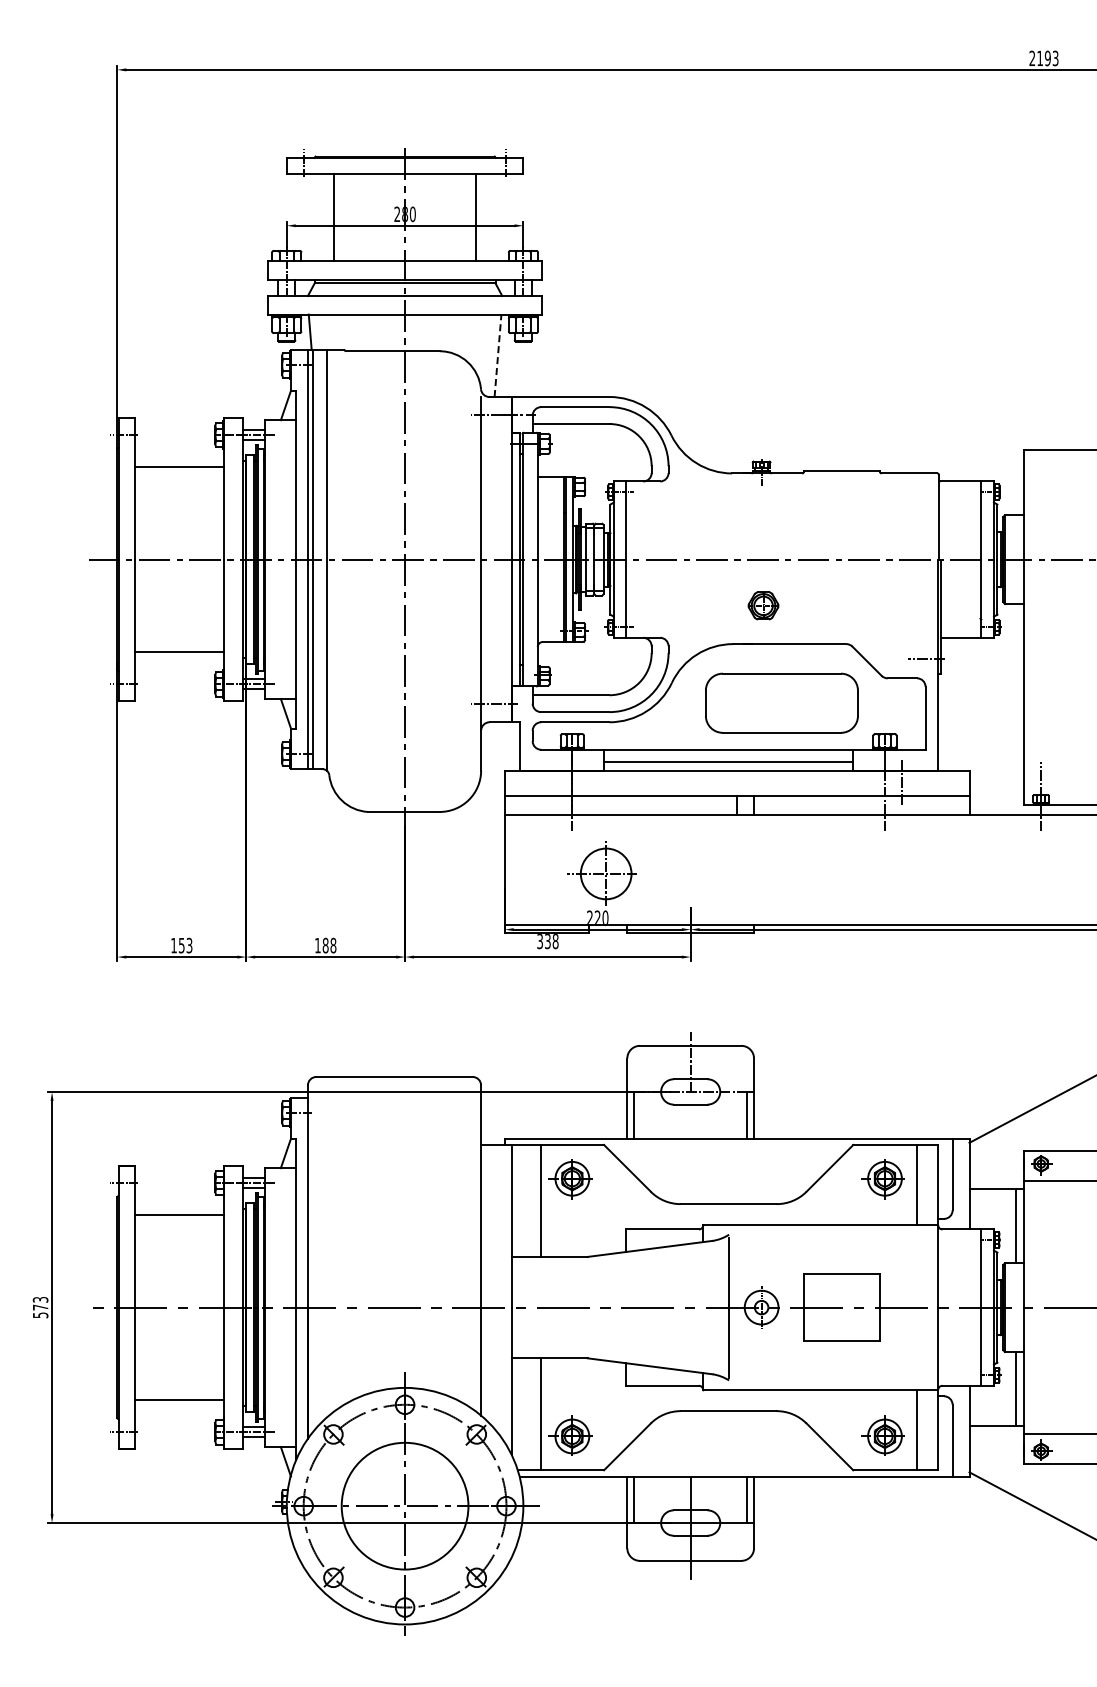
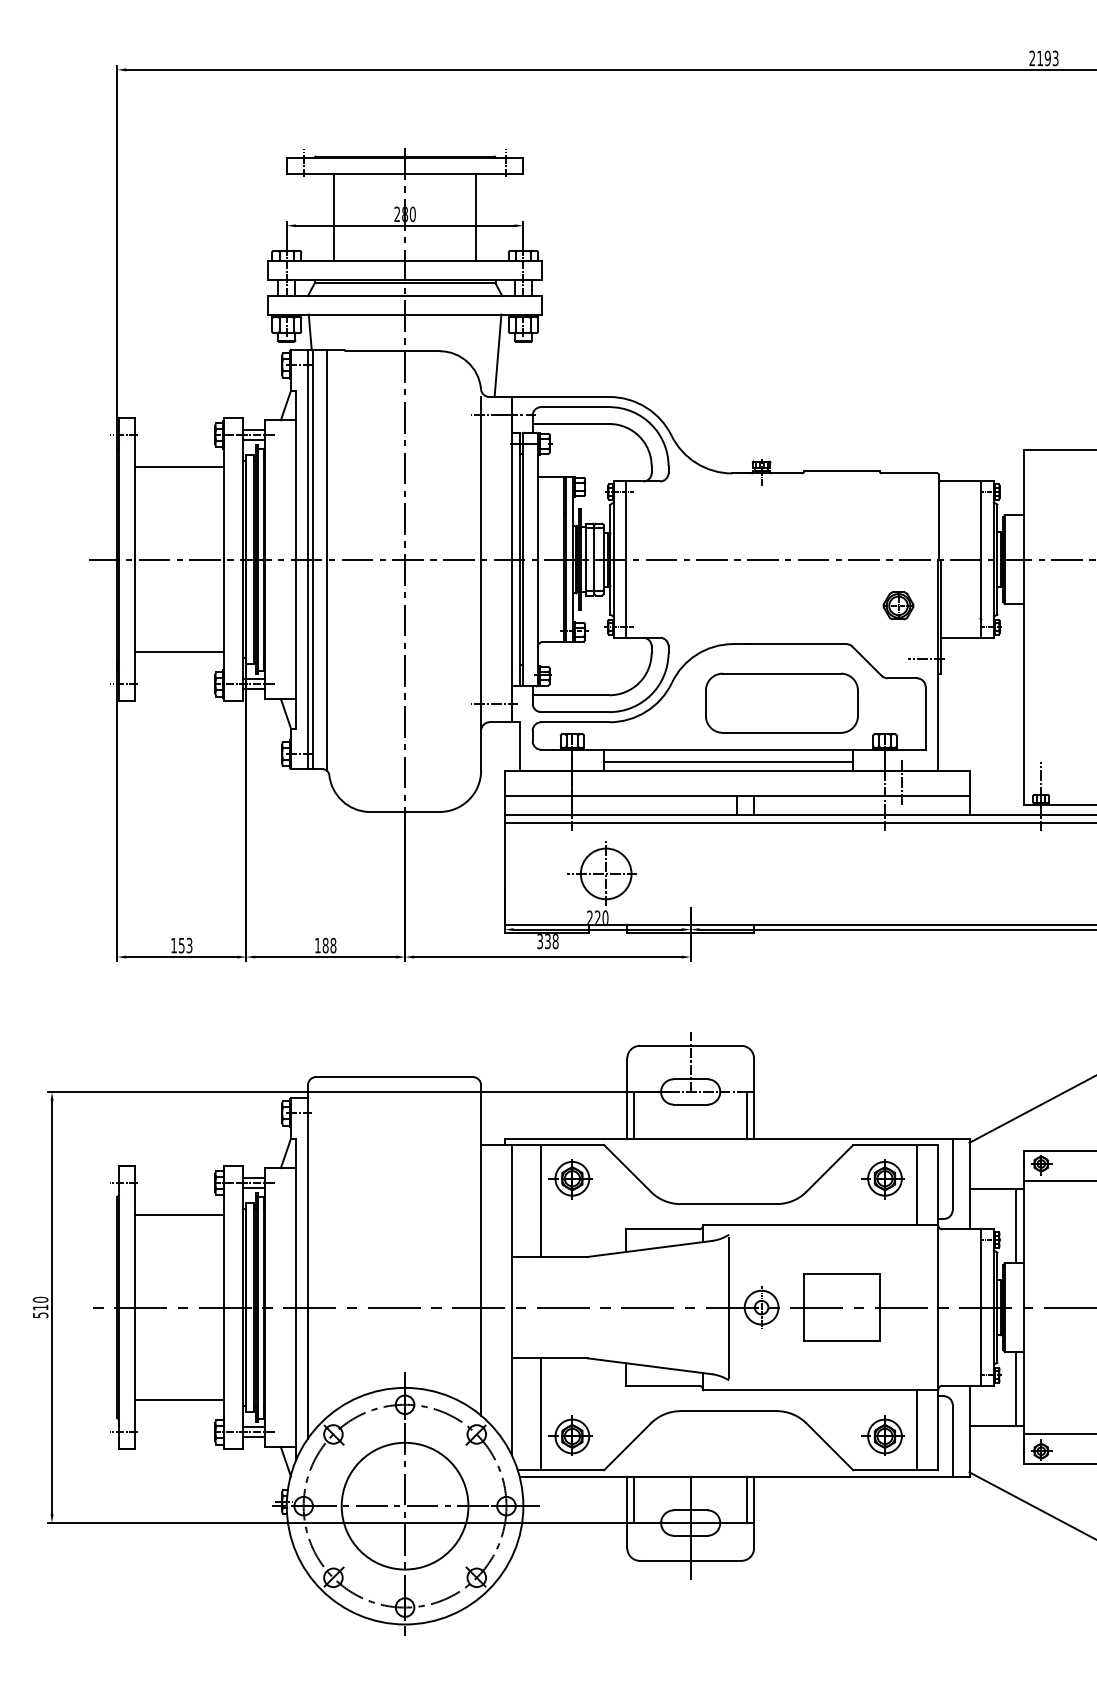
line at (498, 355): dashed -> solid
part at (763, 605) position: (763, 605) -> (898, 605)
line at (798, 823): none -> present
text at (40, 1303): 573 -> 510
